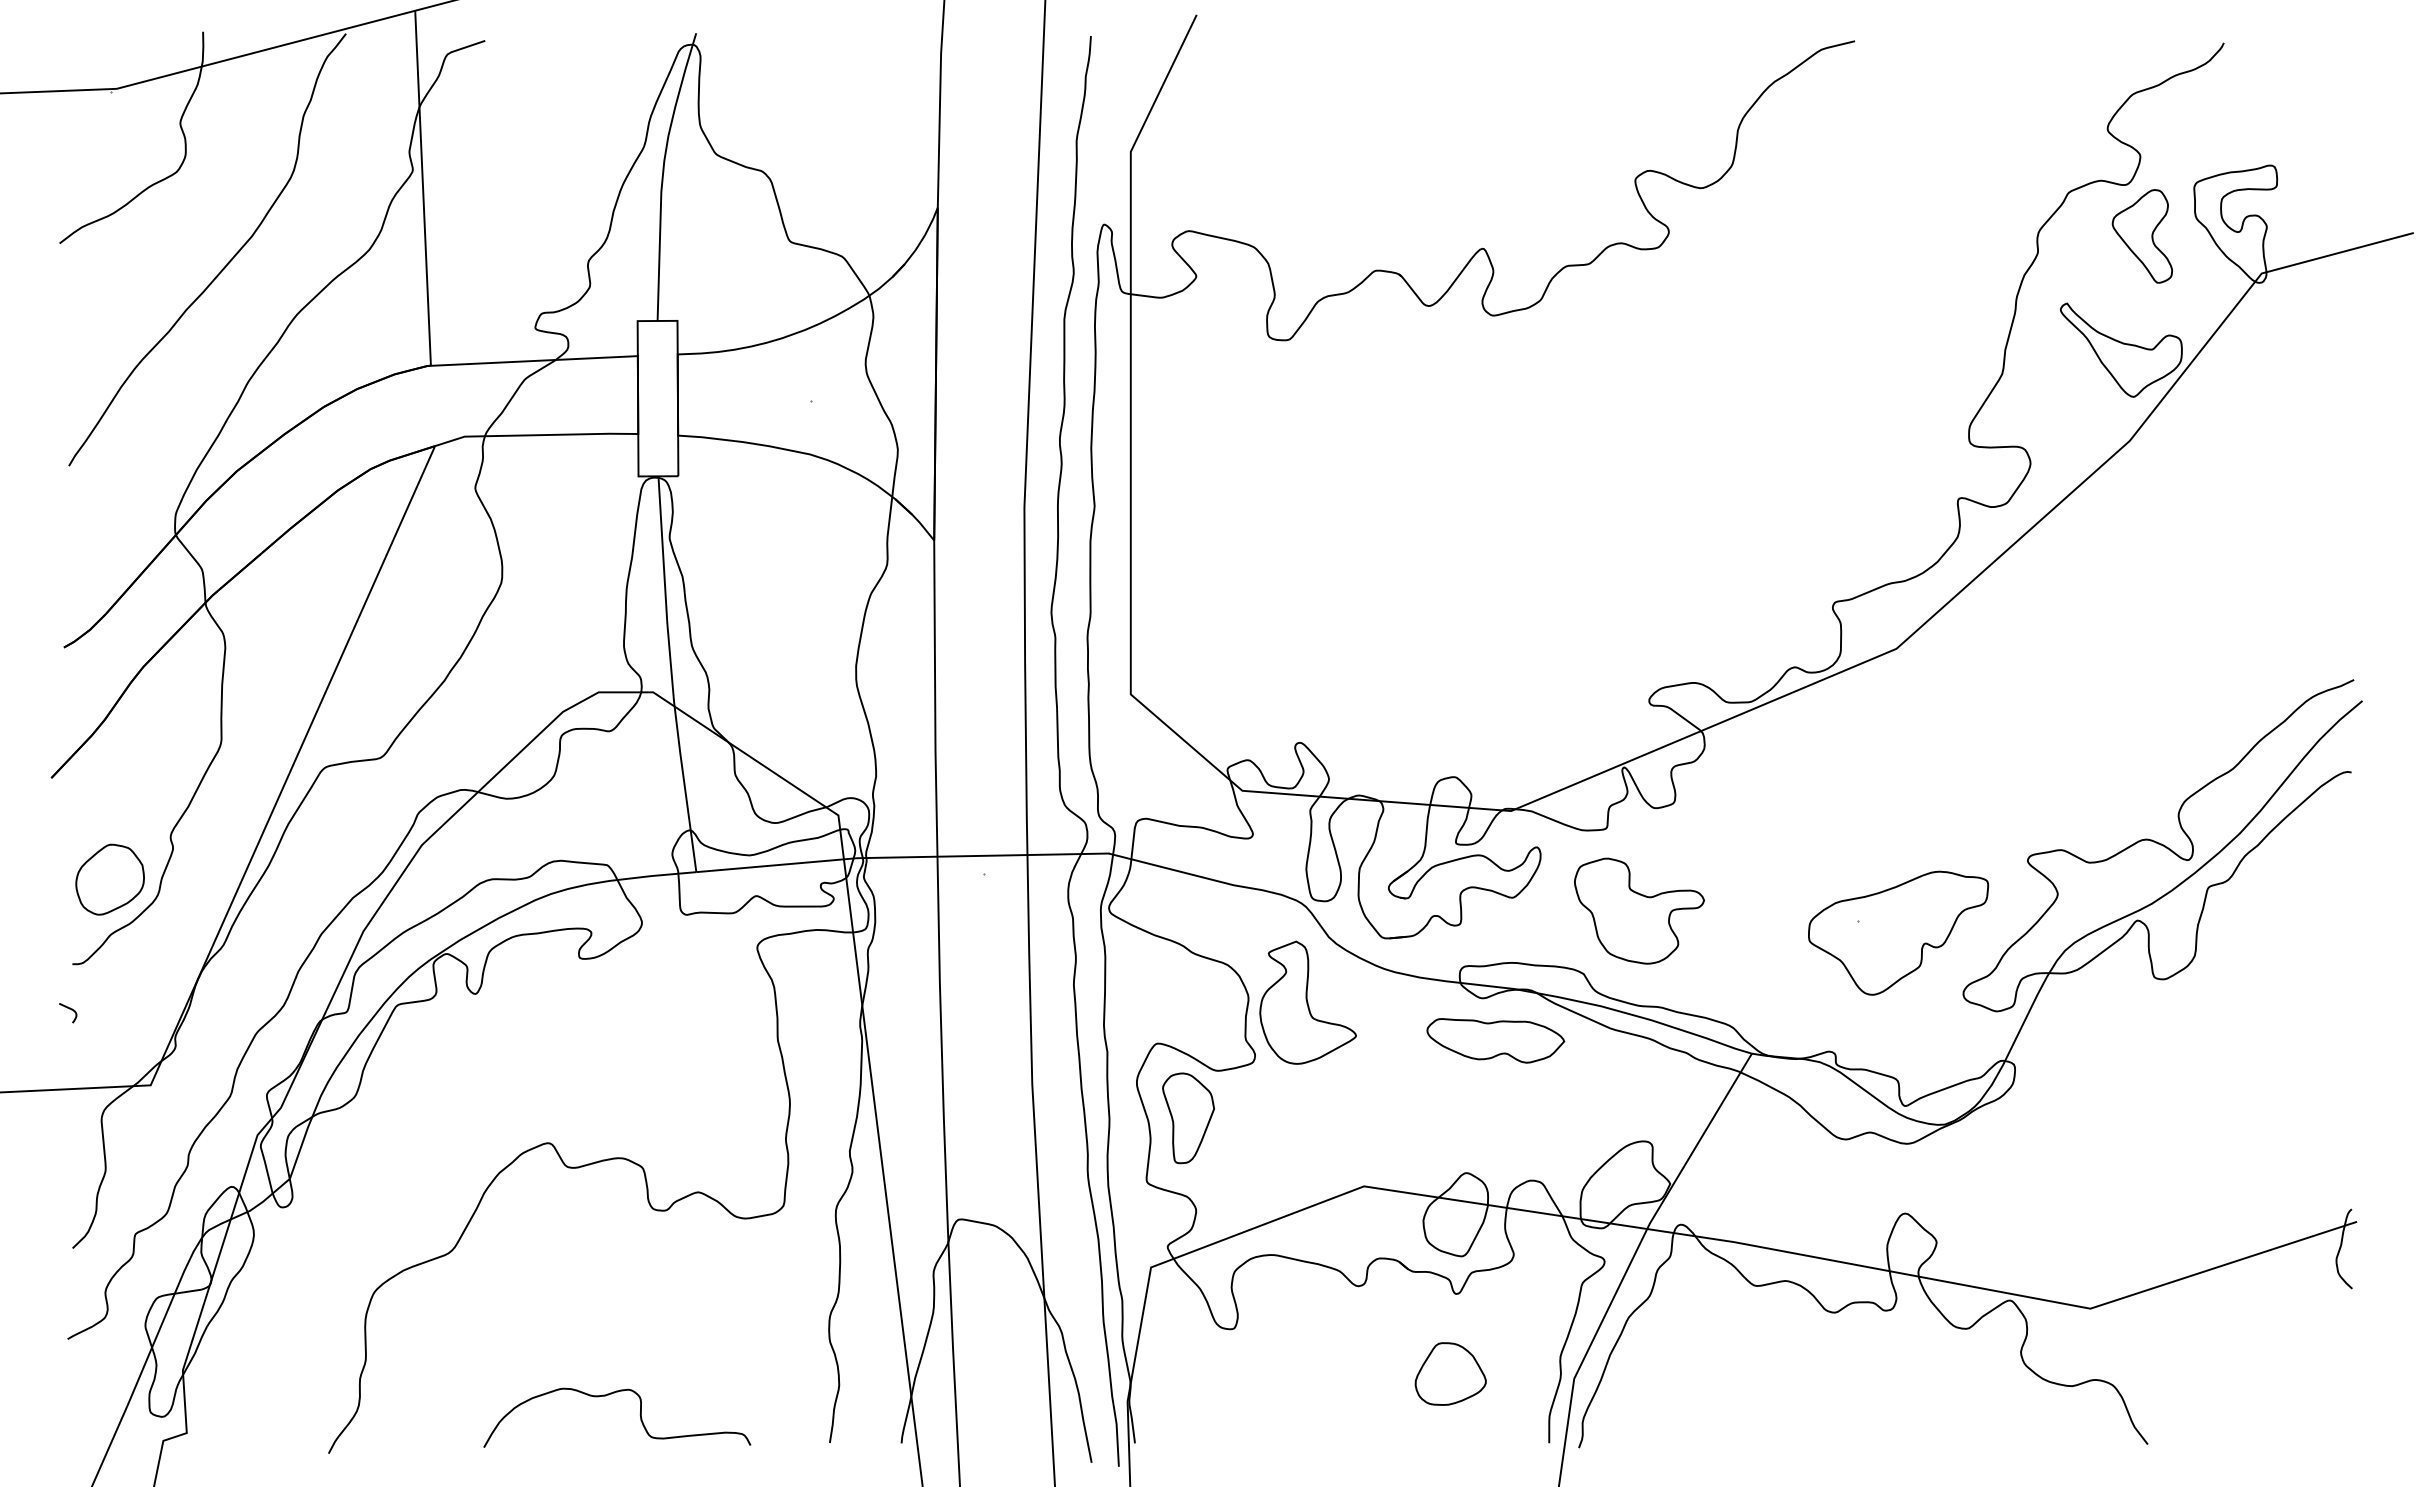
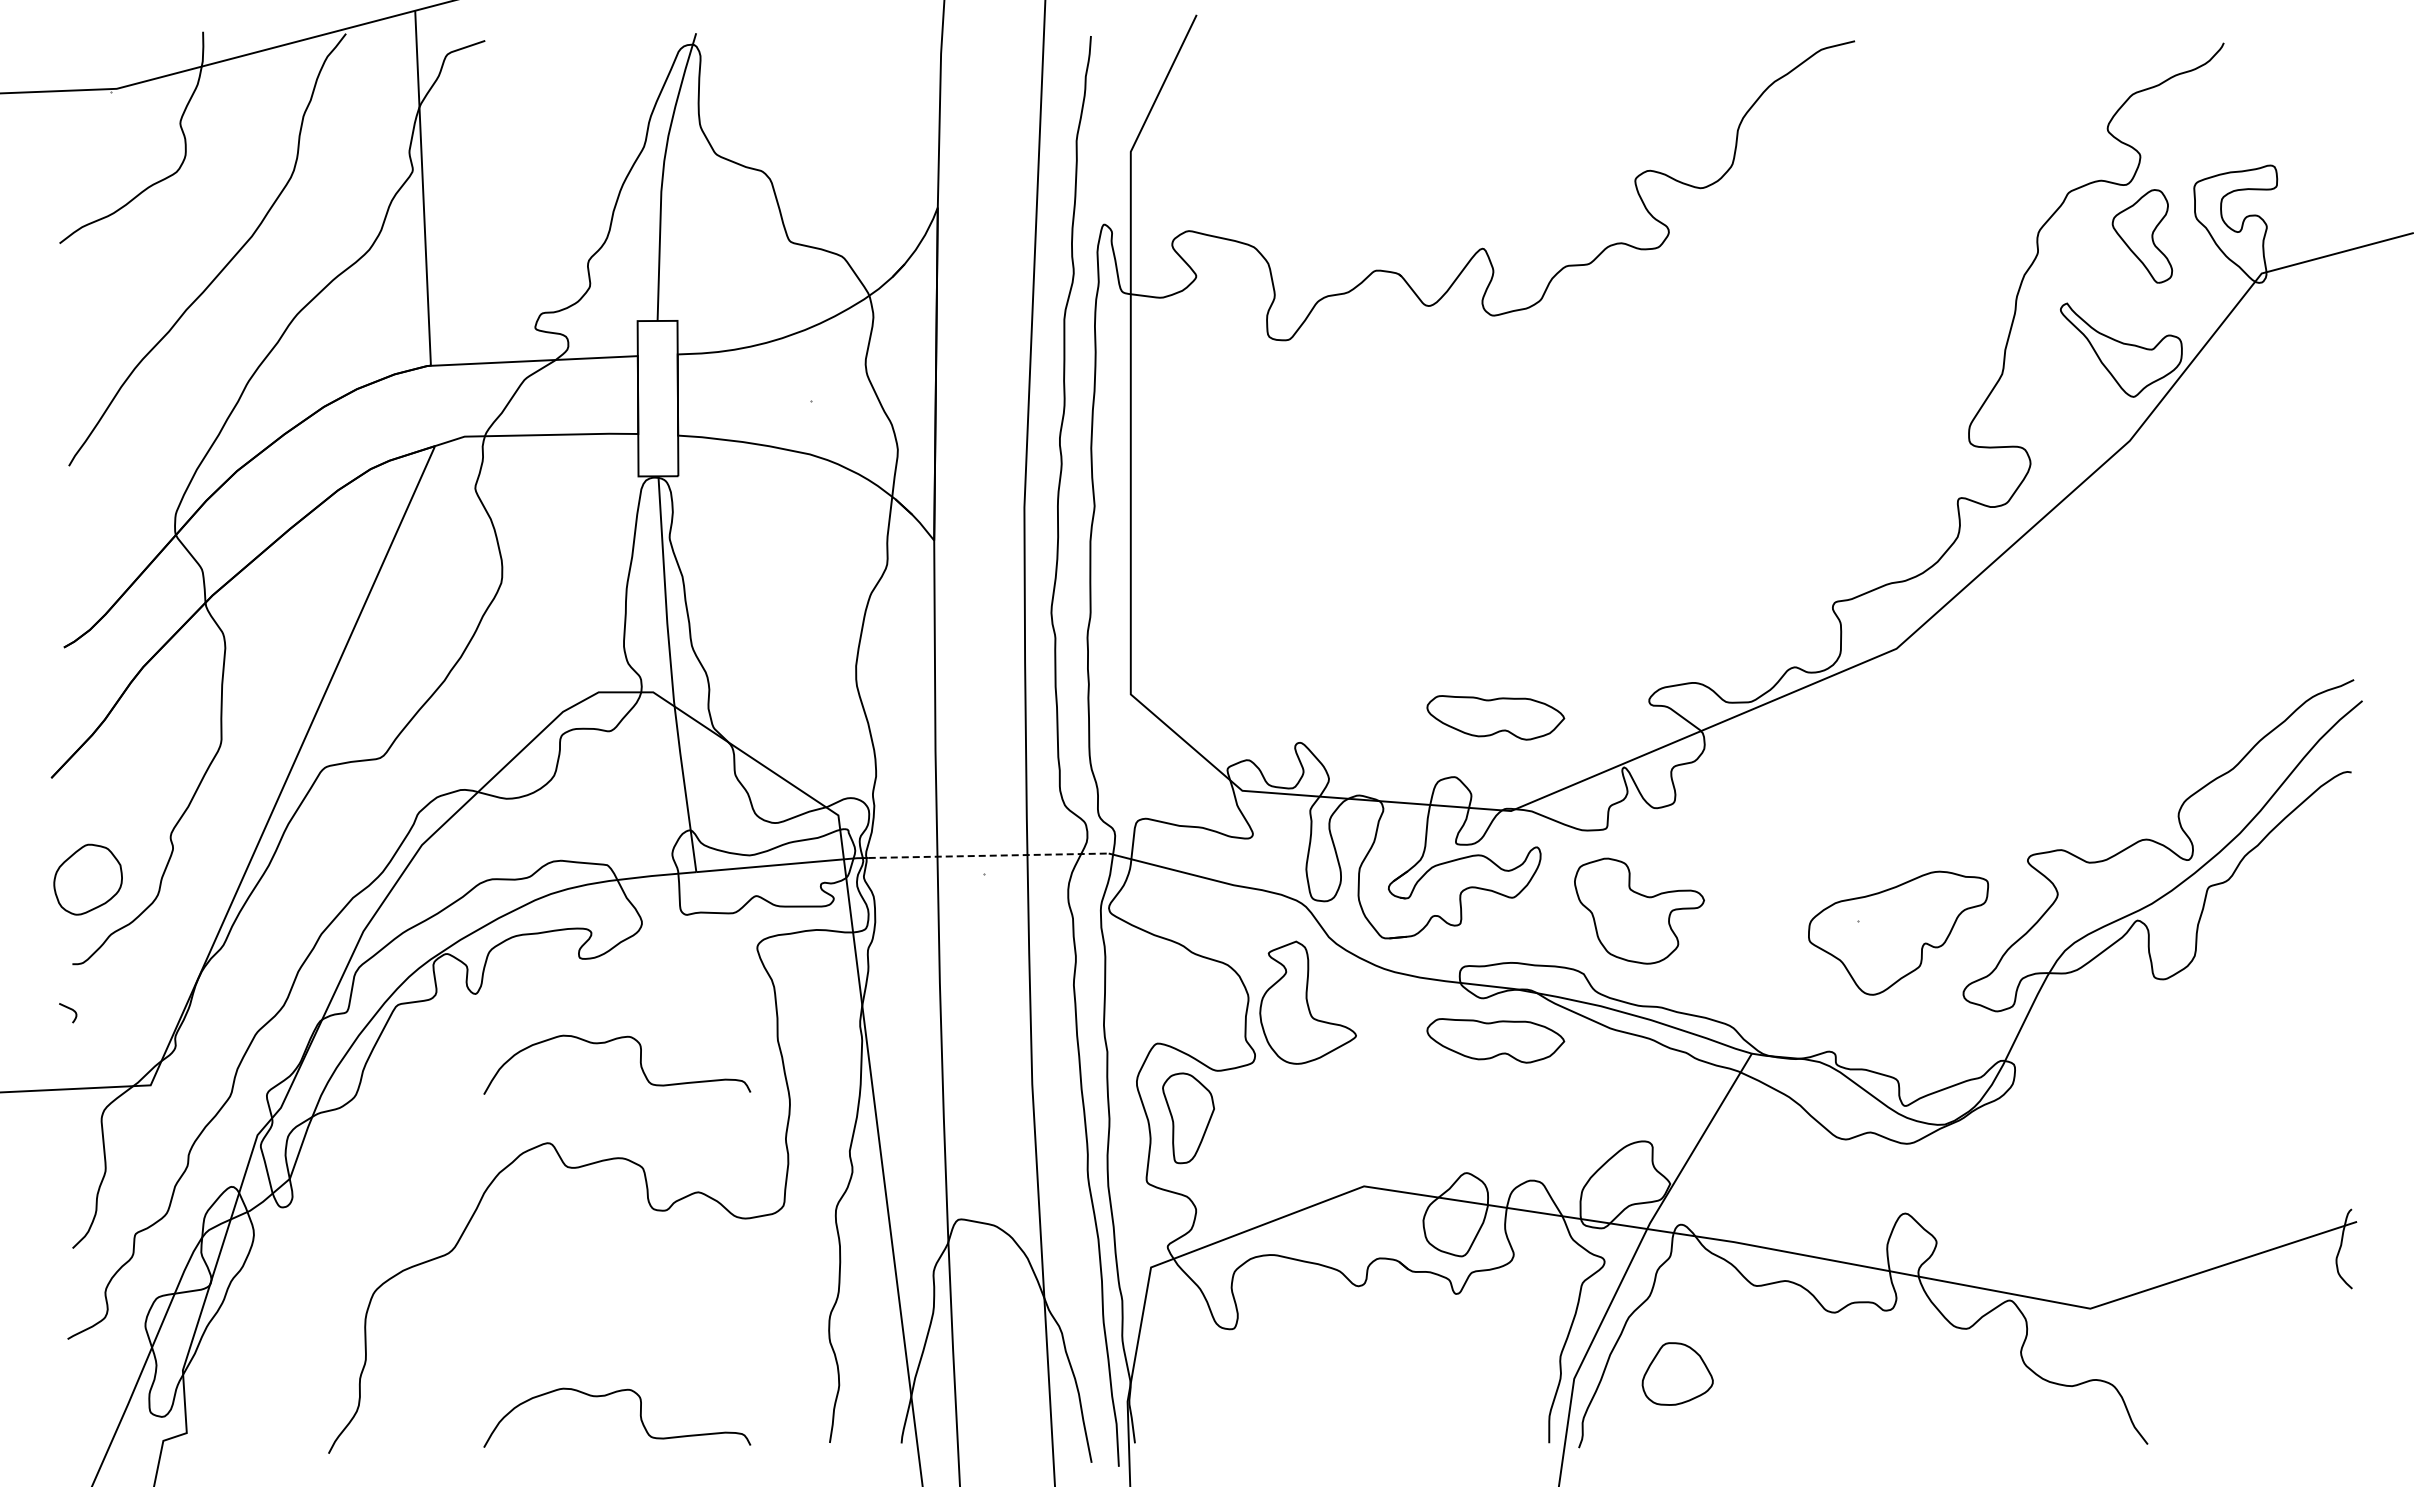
part at (1495, 717): none -> present
line at (989, 855): solid -> dashed
part at (109, 879) position: (109, 879) -> (87, 879)
curve at (639, 1062): none -> present
part at (1450, 1373) position: (1450, 1373) -> (1677, 1373)
